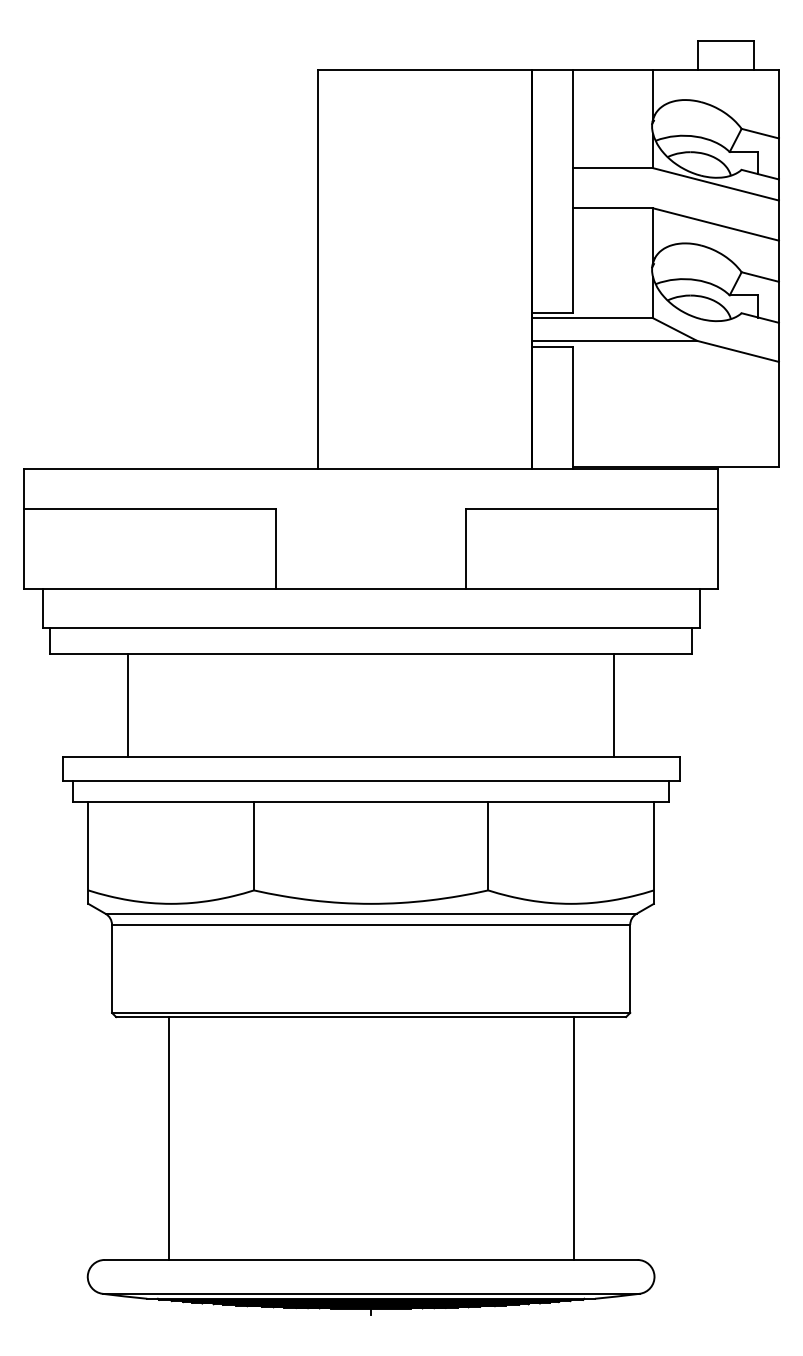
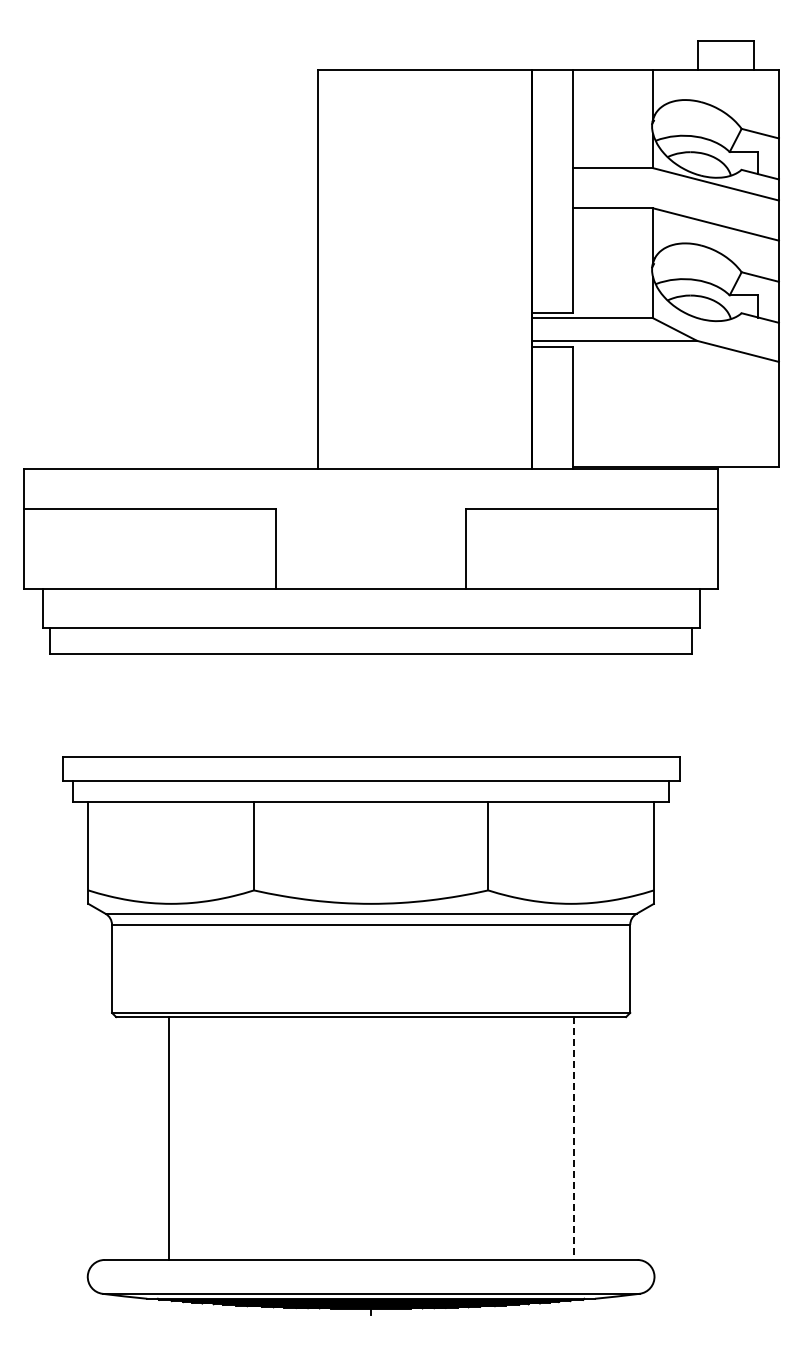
line at (128, 704): present -> none
line at (613, 704): present -> none
line at (573, 1139): solid -> dashed
